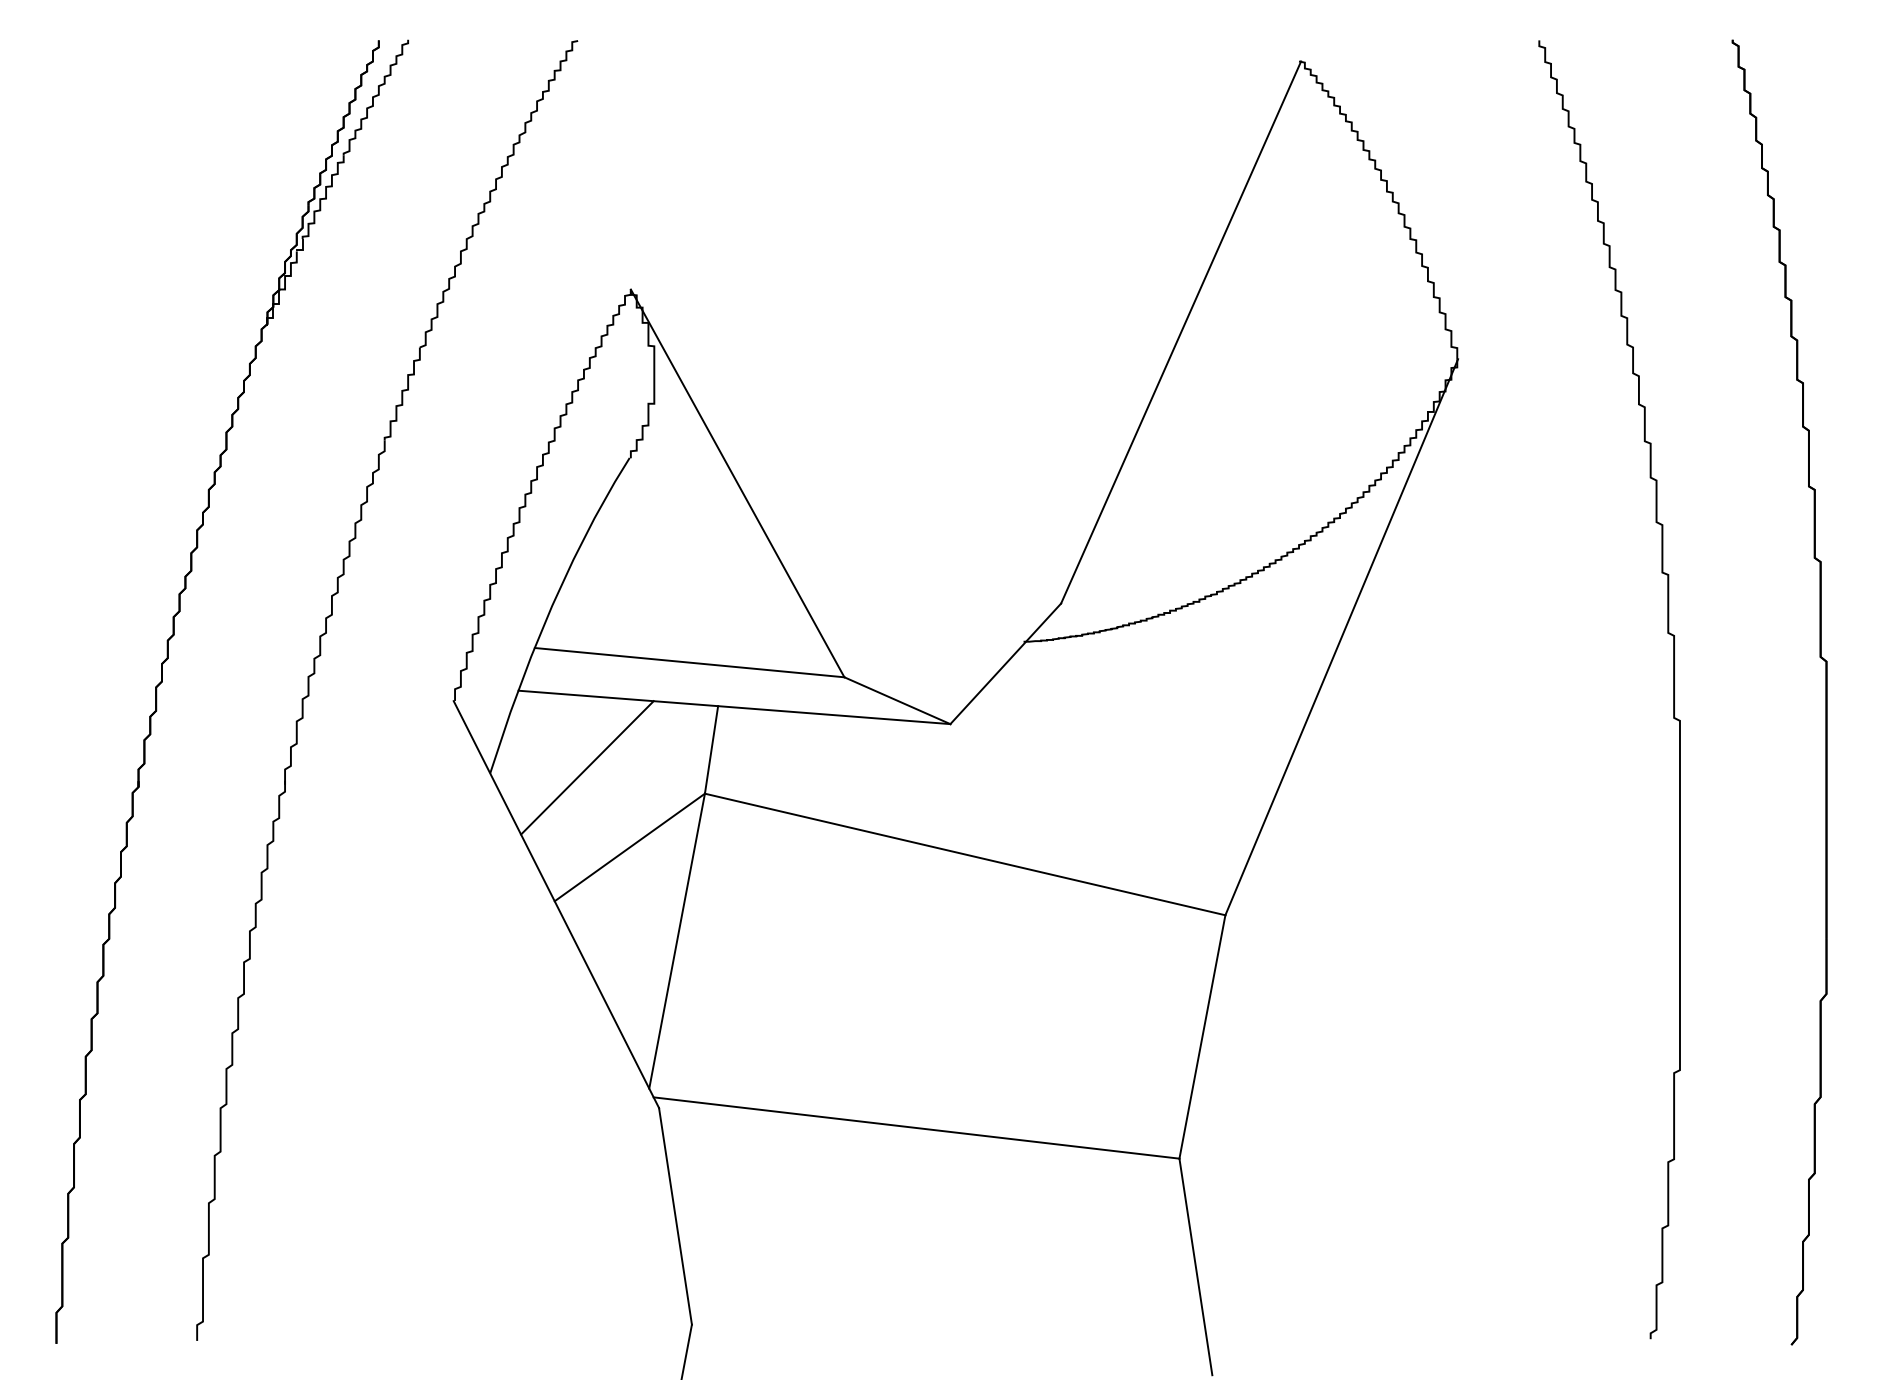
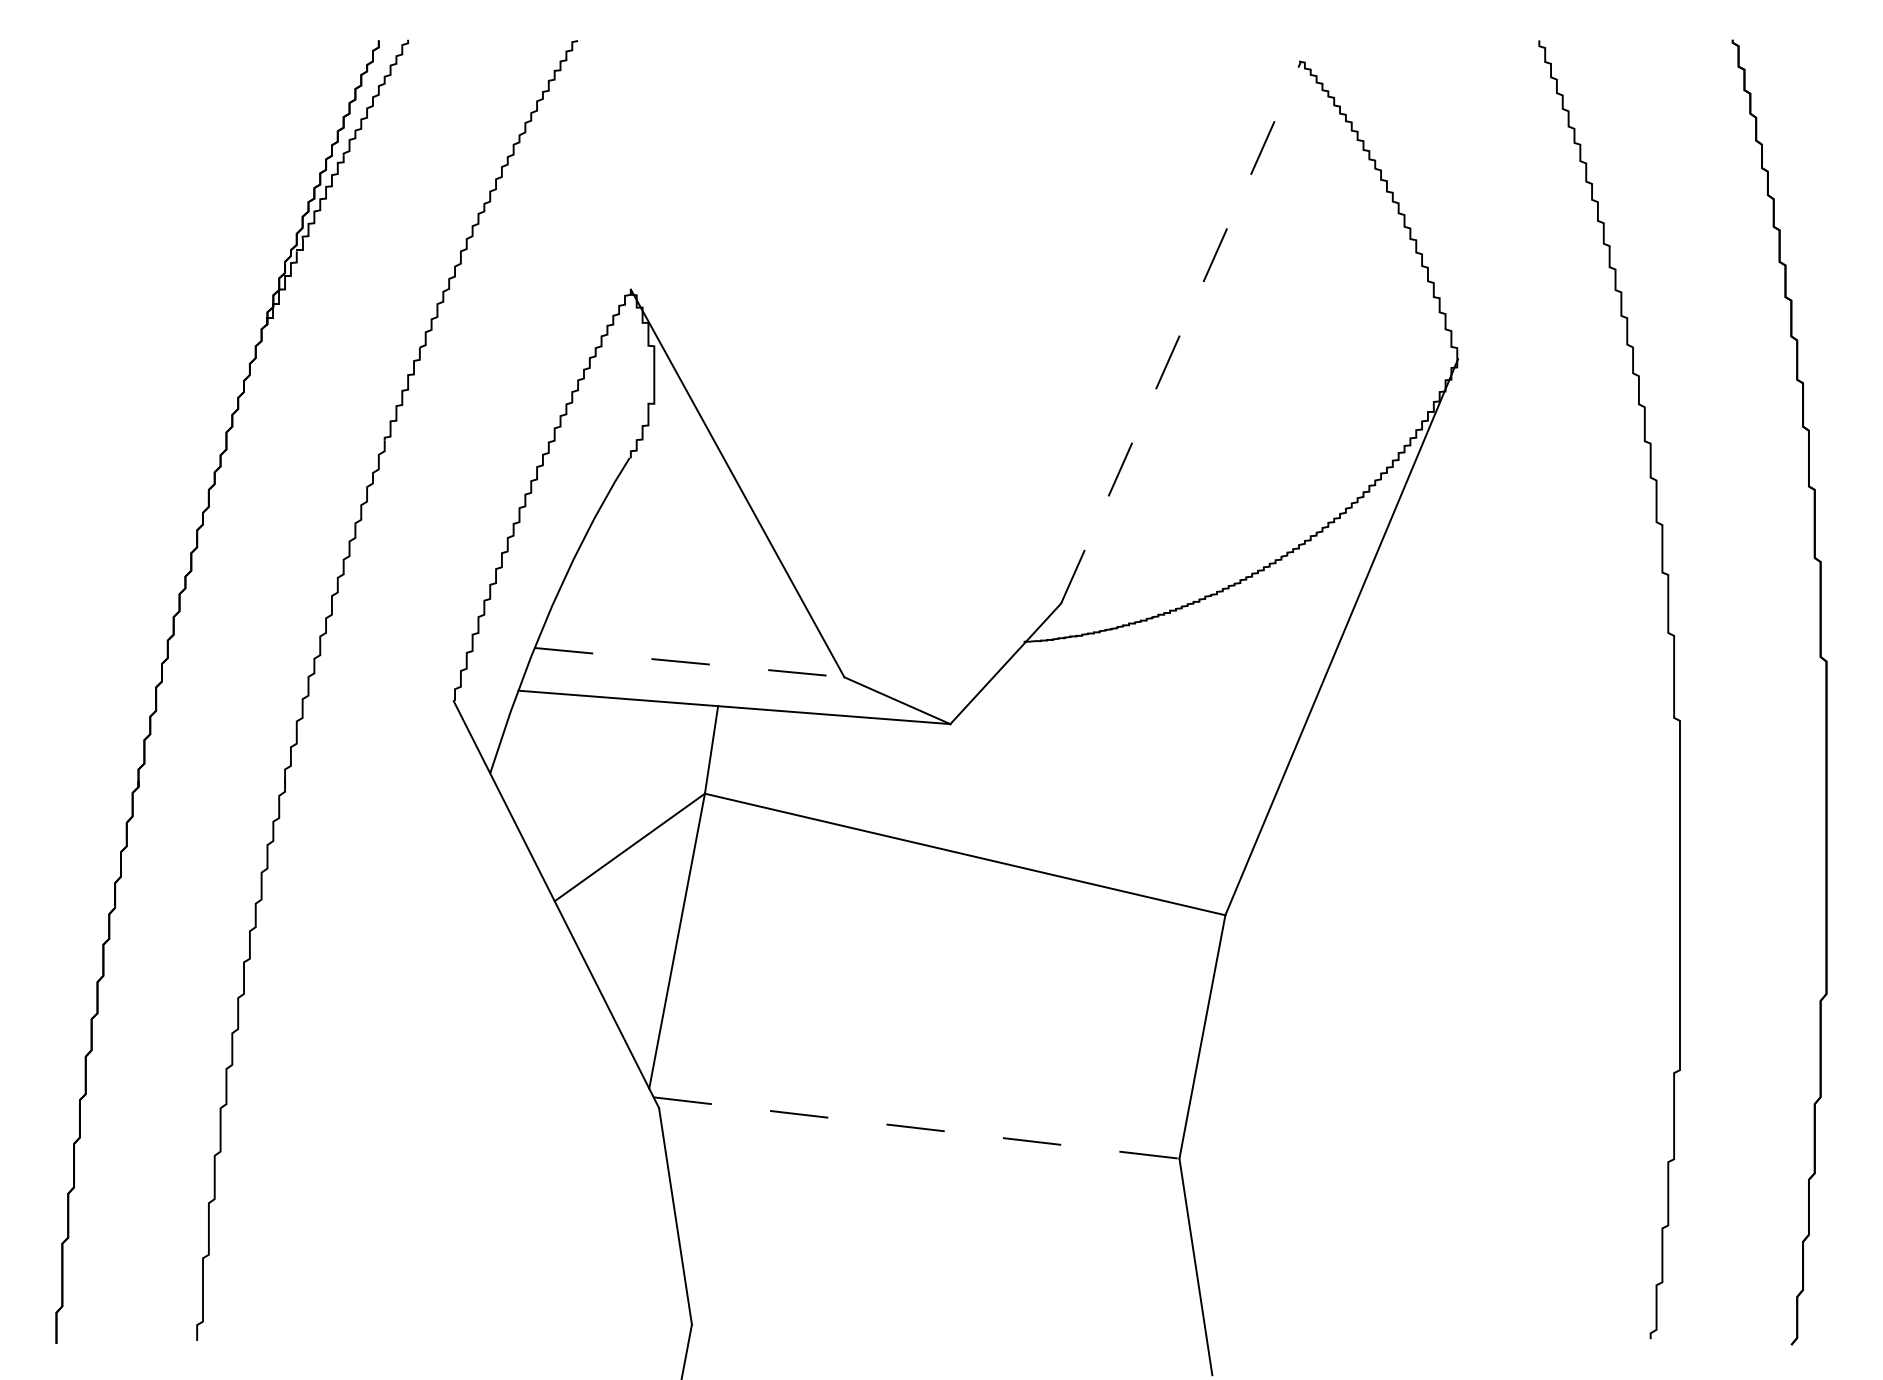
line at (1181, 332): solid -> dashed
line at (689, 662): solid -> dashed
line at (587, 767): present -> none
line at (916, 1128): solid -> dashed
